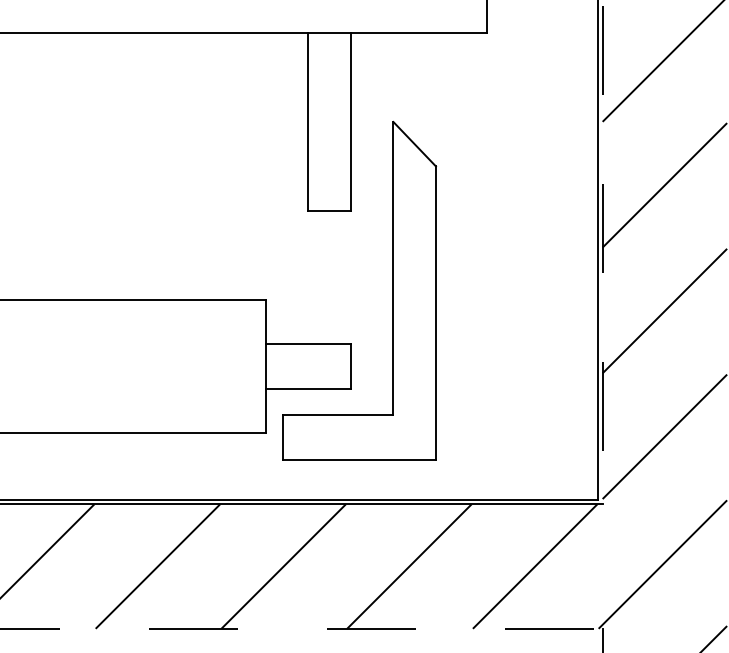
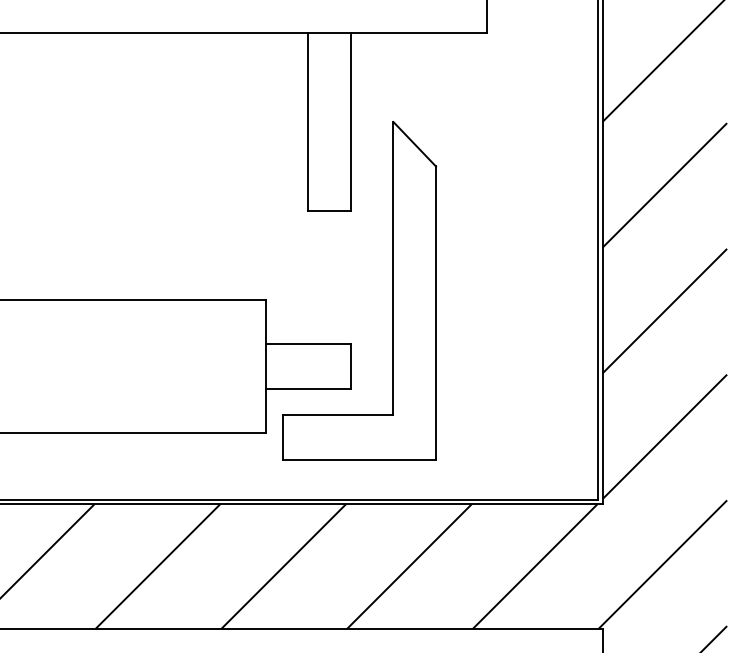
line at (602, 252): dashed -> solid
line at (301, 628): dashed -> solid
